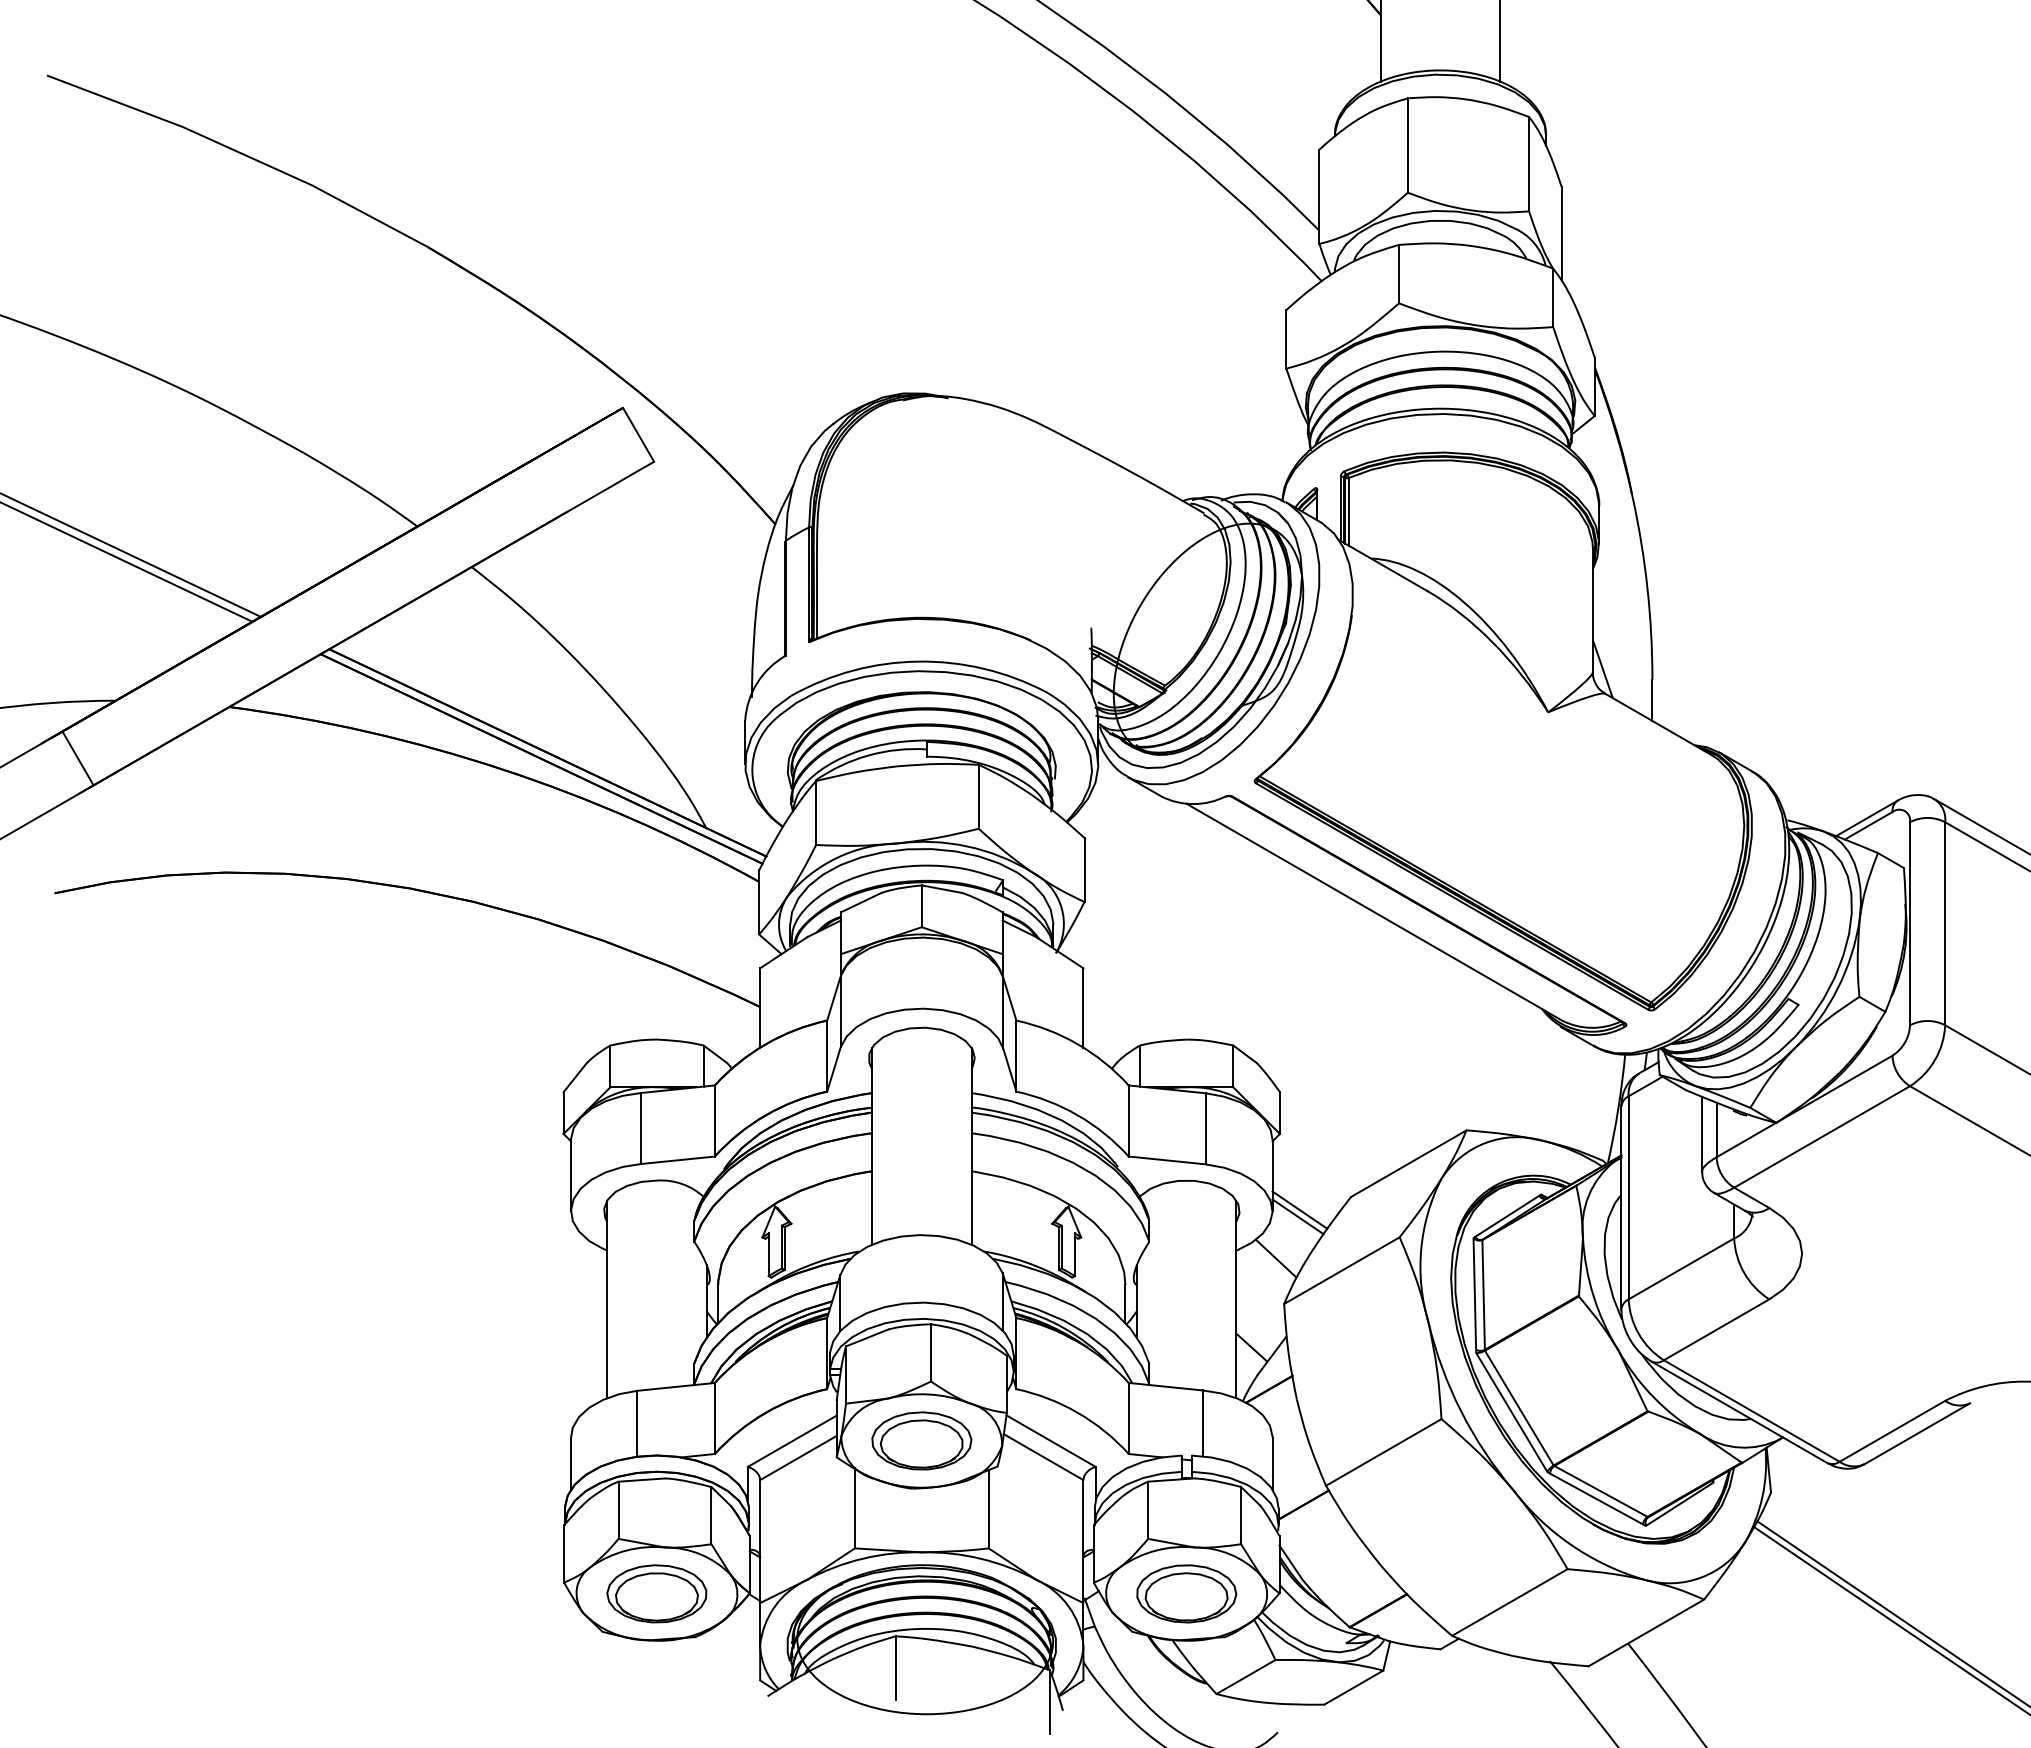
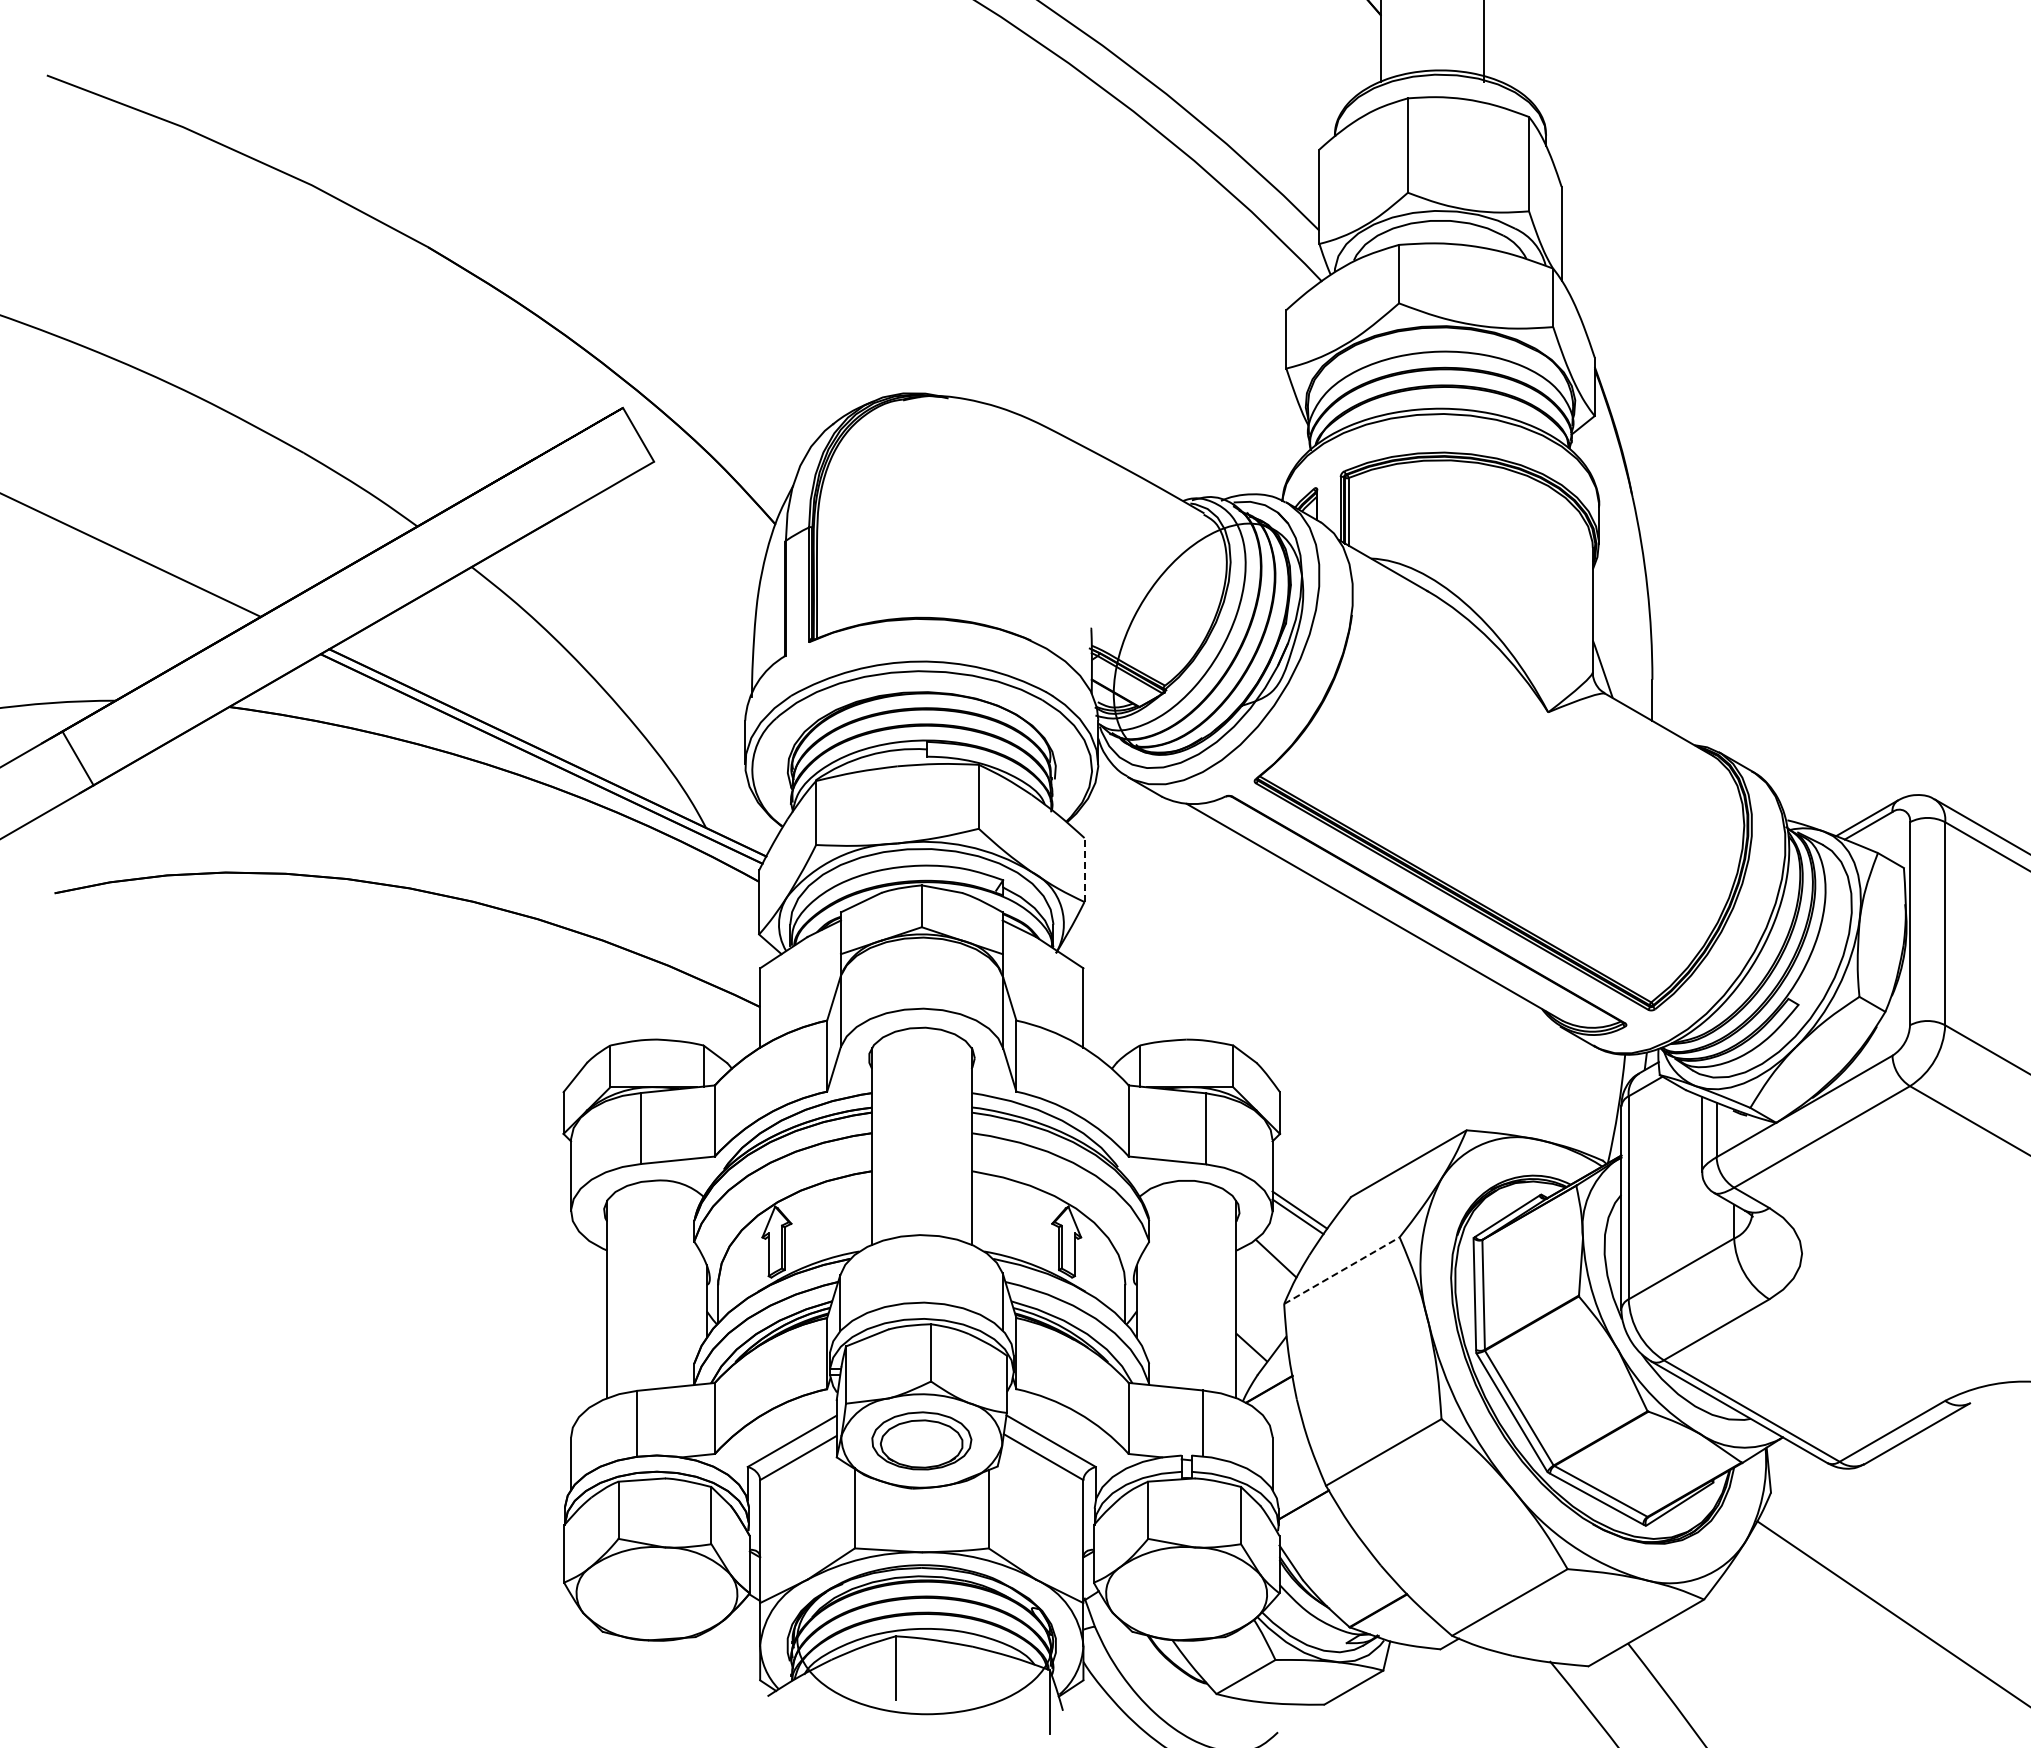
line at (1499, 41) position: (1499, 41) -> (1483, 41)
line at (127, 562): present -> none
line at (1084, 869): solid -> dashed
line at (1341, 1270): solid -> dashed
part at (656, 1593): present -> none
part at (1186, 1593): present -> none
line at (1890, 1620): present -> none
